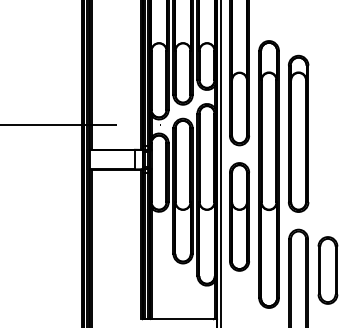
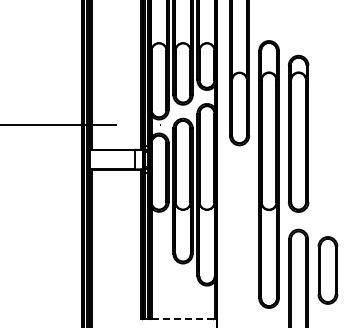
line at (221, 163): present -> none
part at (239, 216): present -> none
line at (182, 319): solid -> dashed
